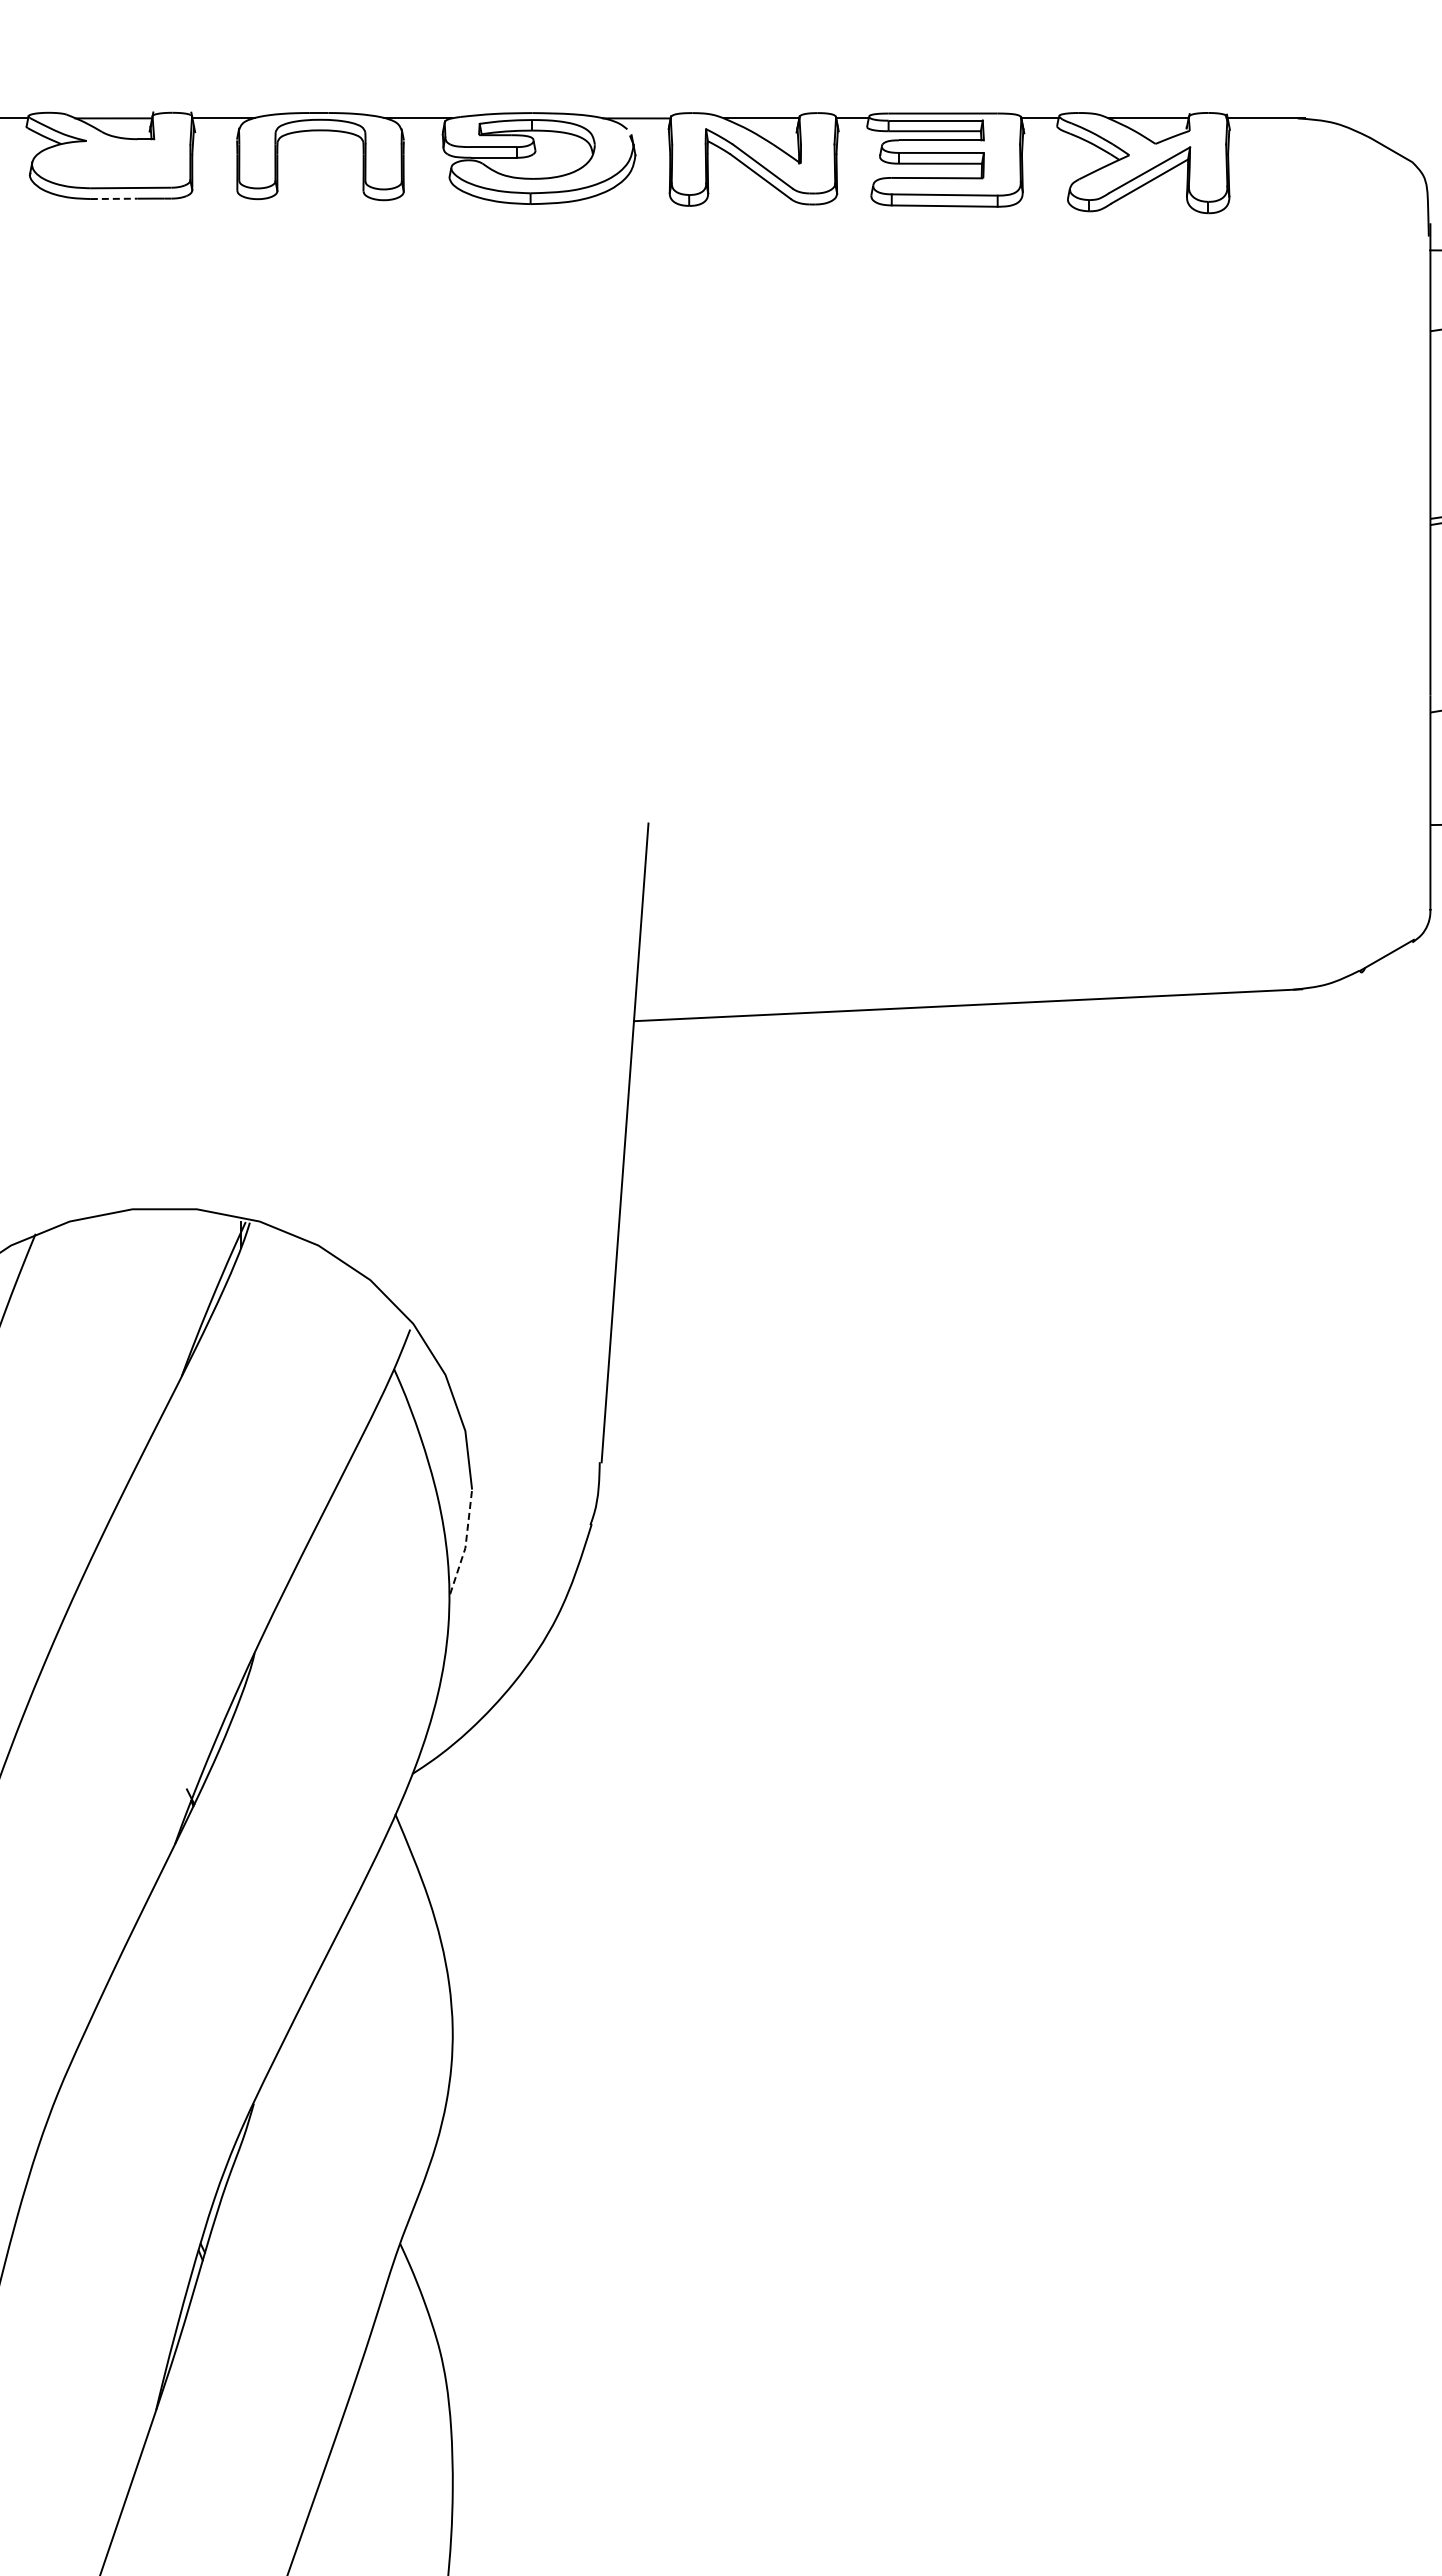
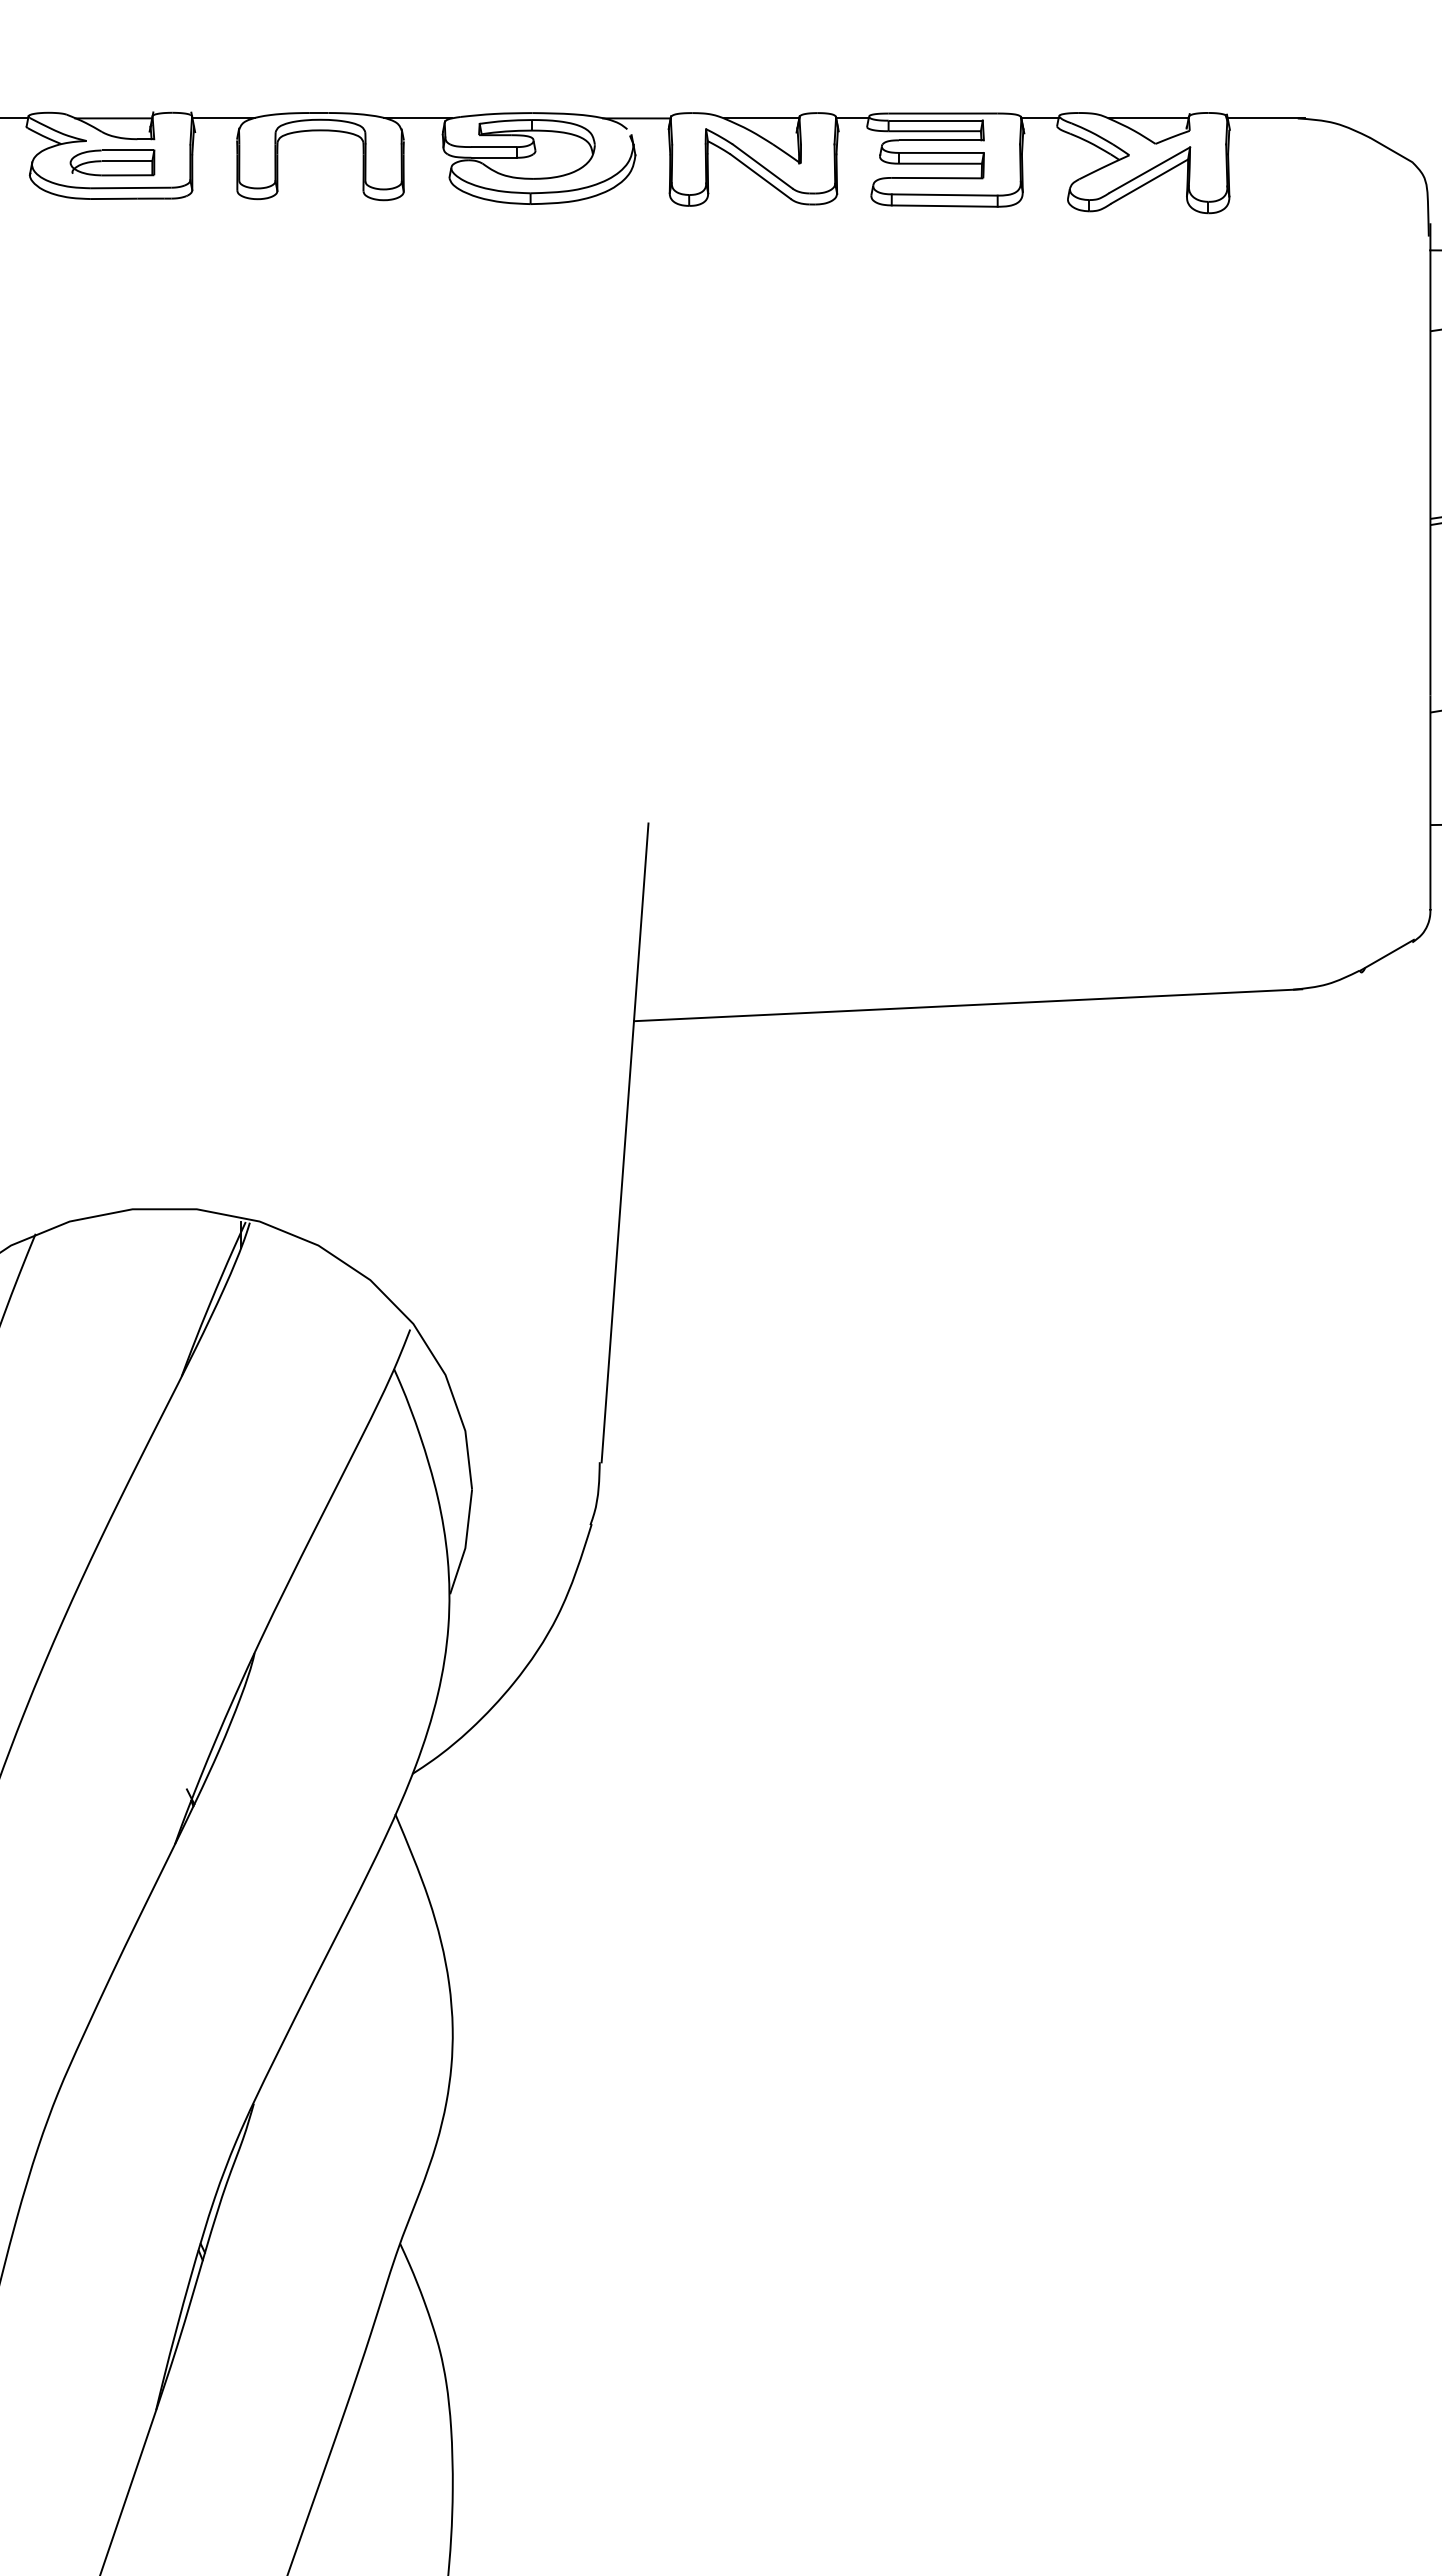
part at (112, 162): none -> present
line at (115, 198): dashed -> solid
line at (465, 1543): dashed -> solid
